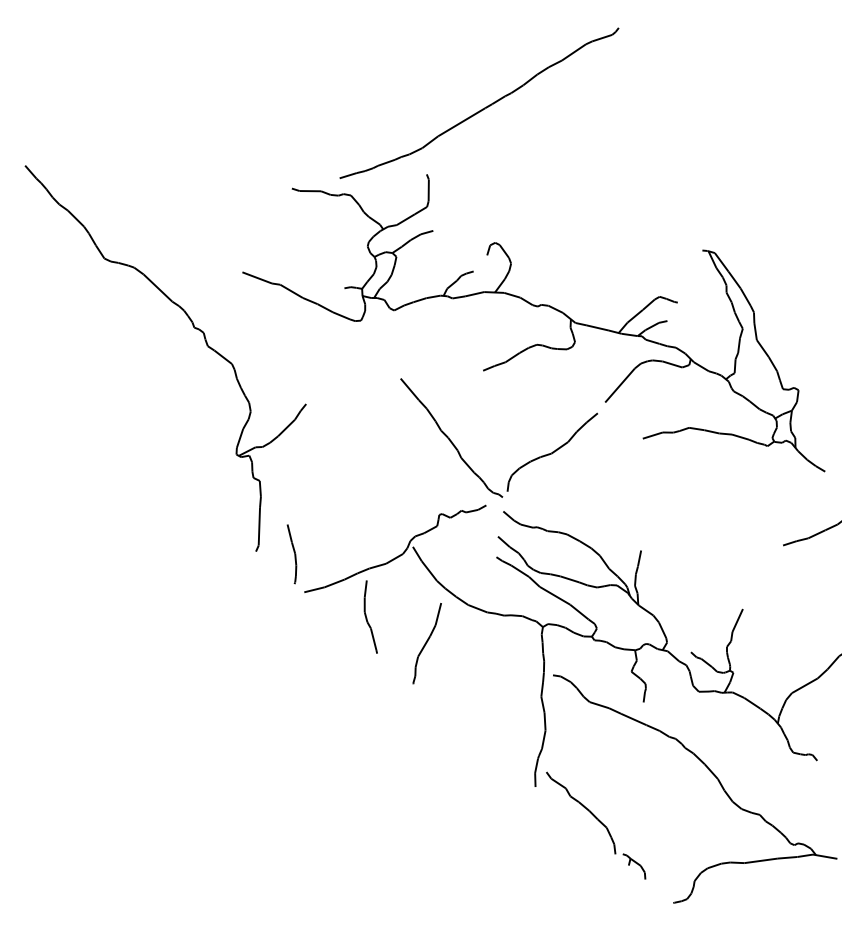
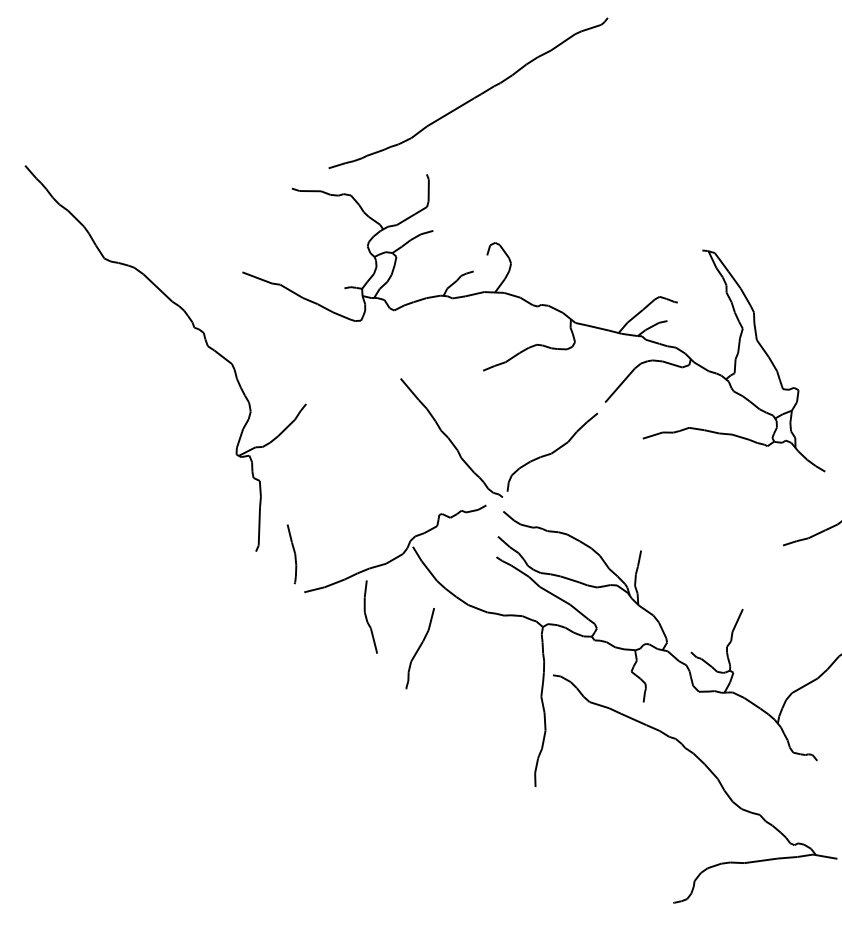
curve at (482, 108) position: (482, 108) -> (471, 98)
curve at (426, 643) position: (426, 643) -> (419, 648)
part at (596, 825): present -> none
